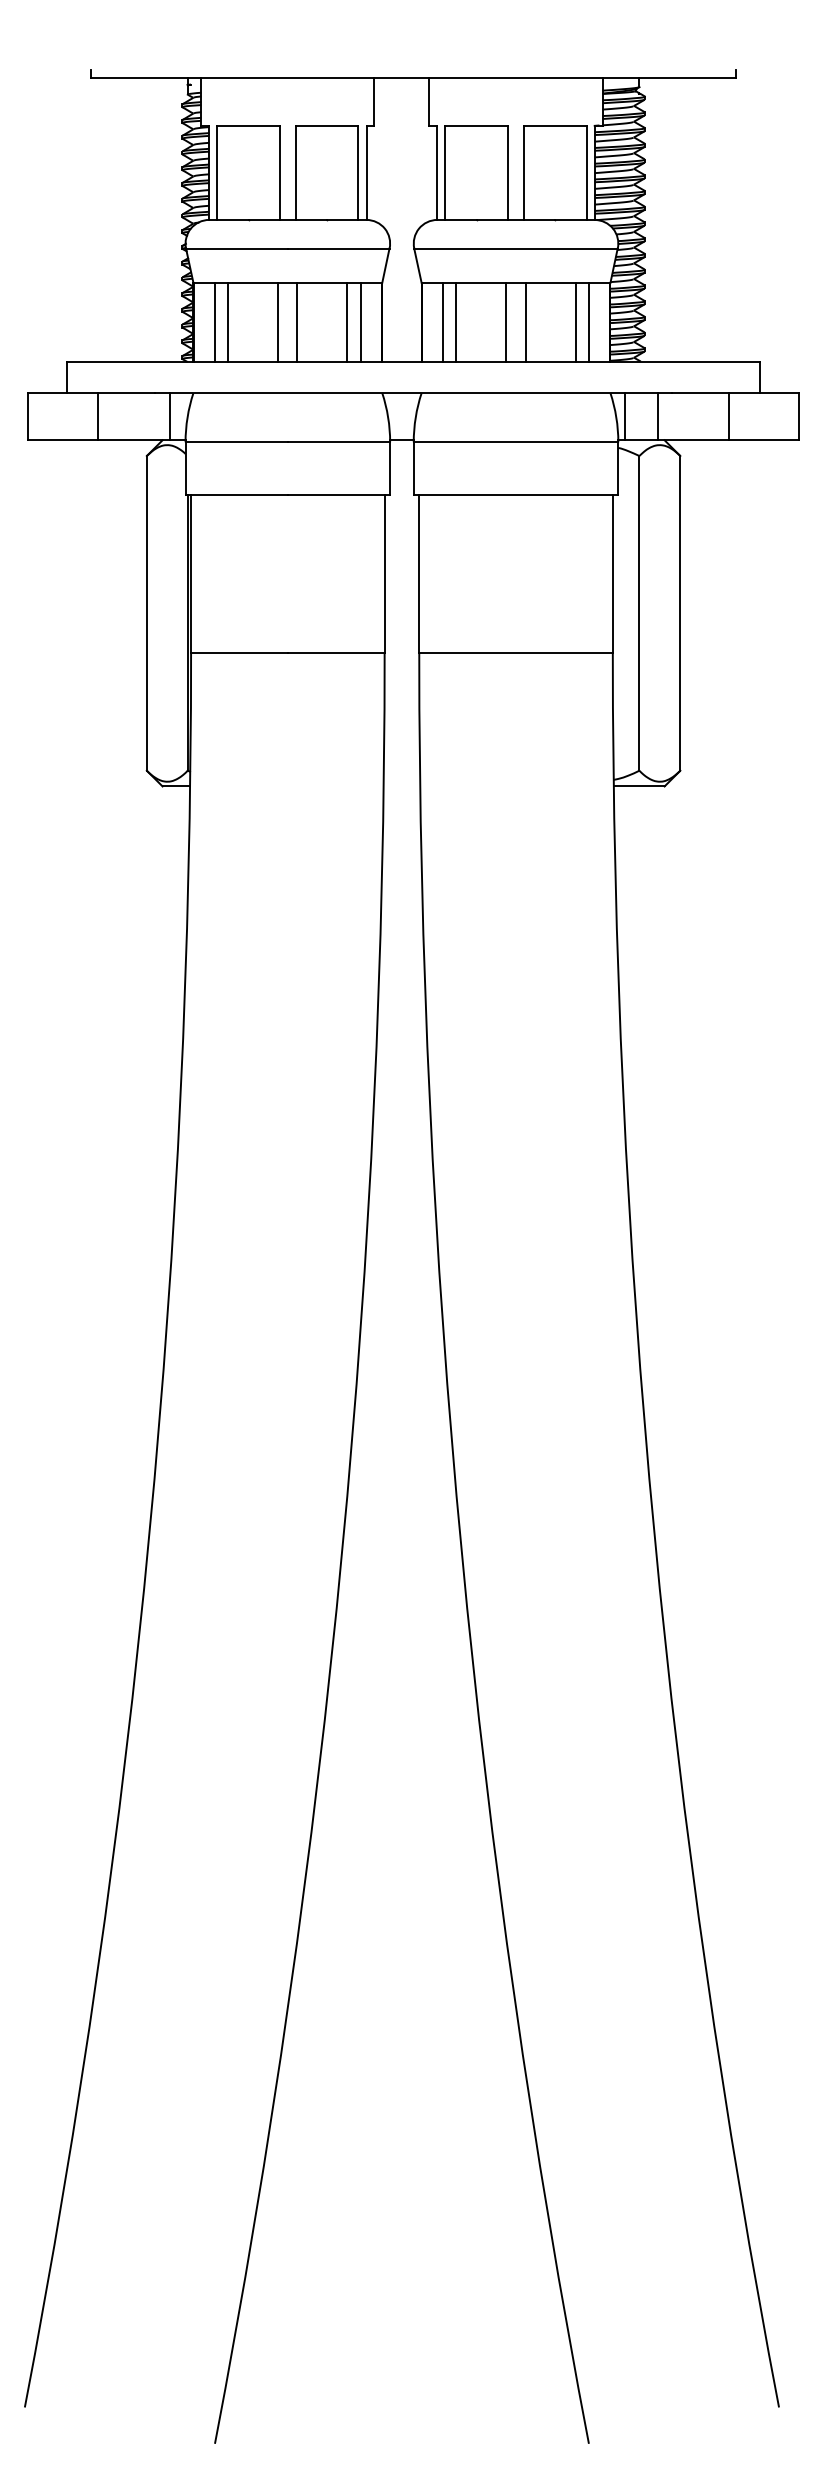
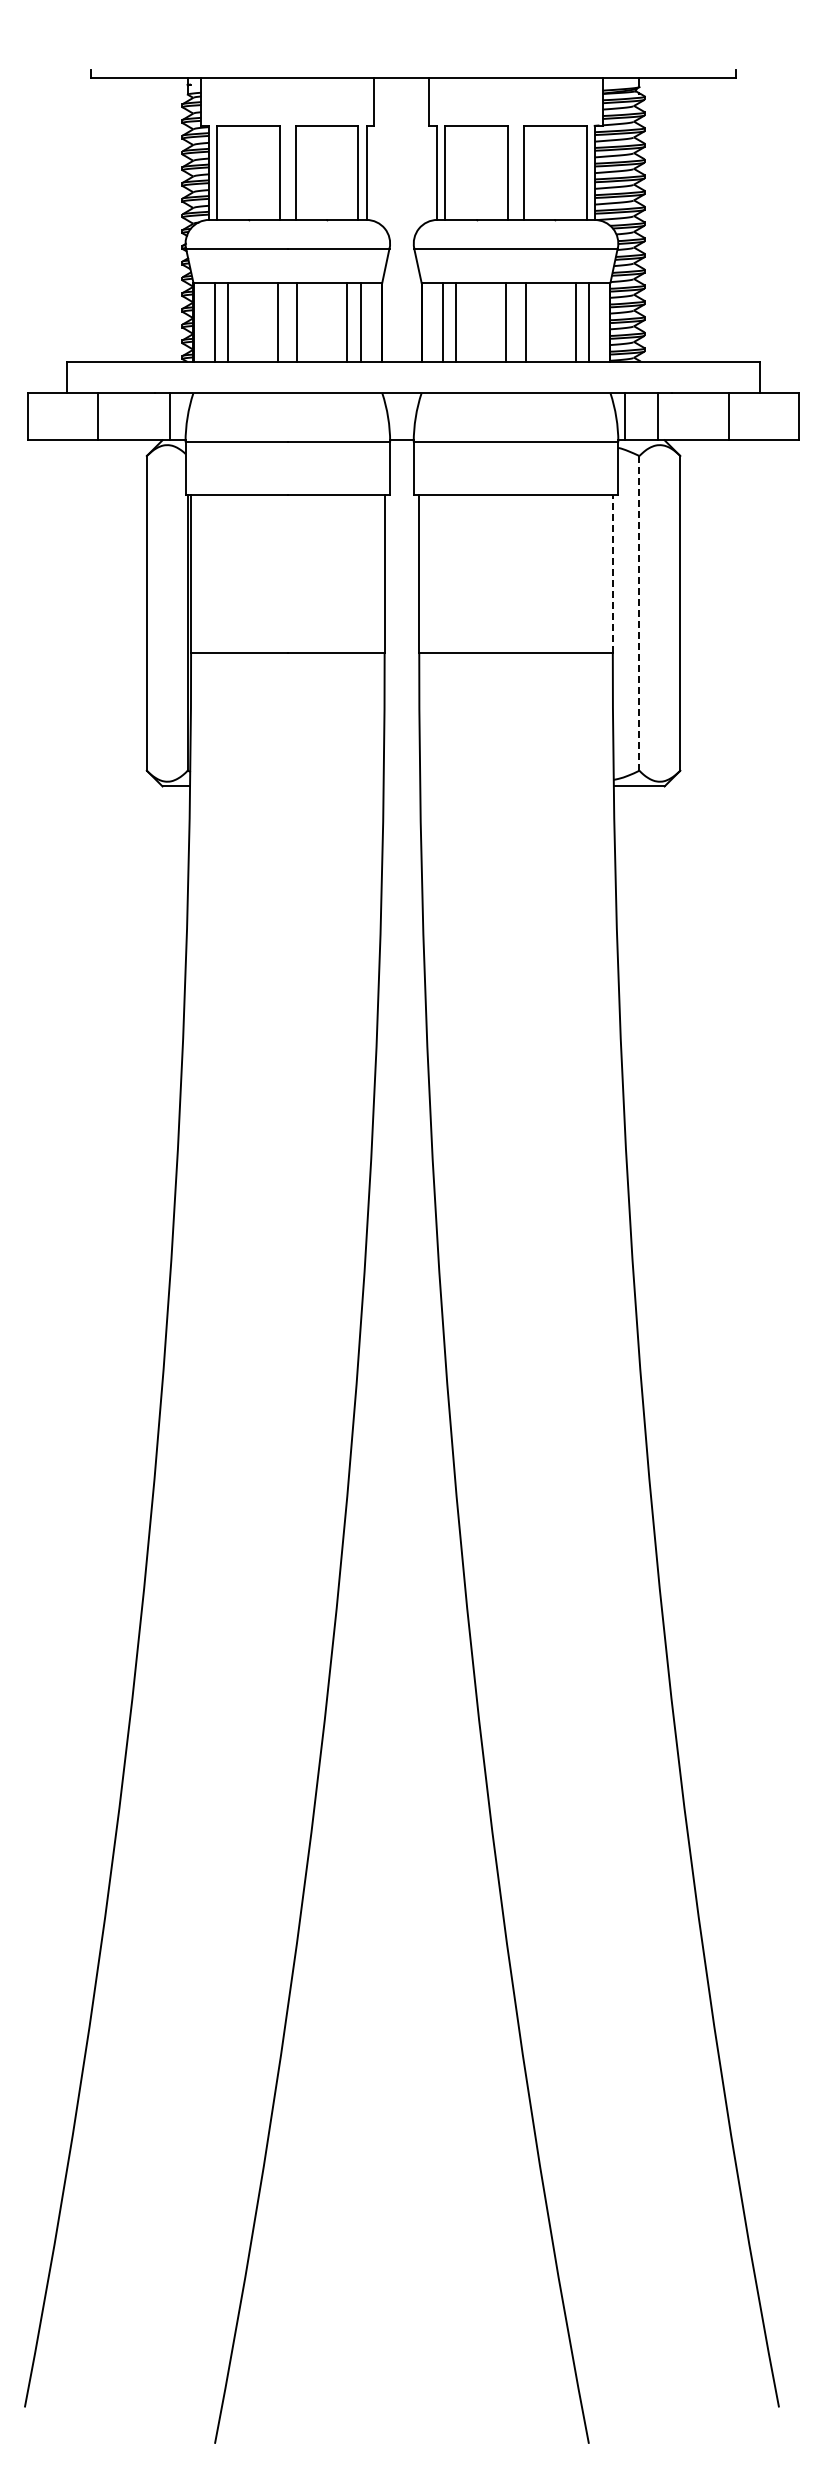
line at (612, 574): solid -> dashed
line at (639, 613): solid -> dashed
